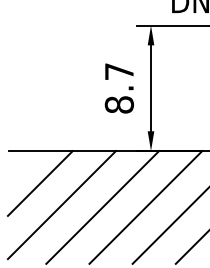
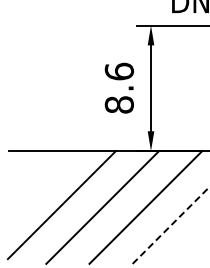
text at (119, 71): 8.7 -> 8.6
line at (39, 183): present -> none
line at (171, 225): solid -> dashed
line at (190, 248): present -> none
